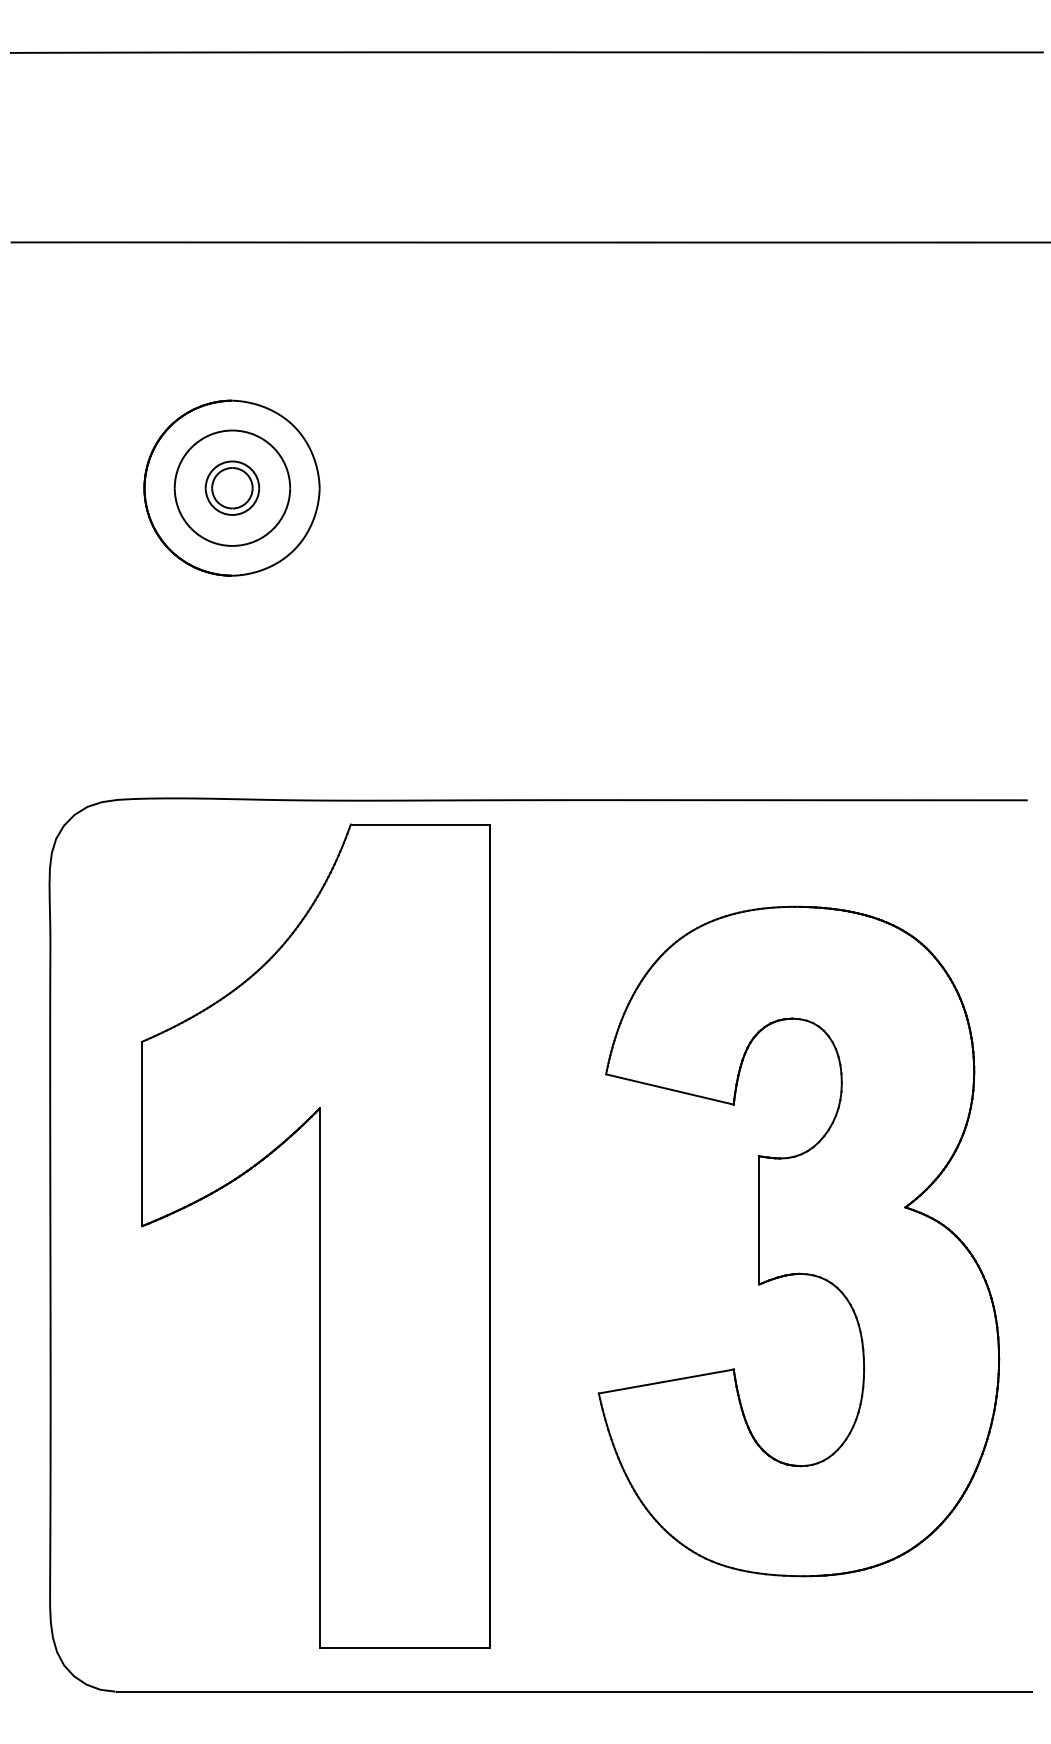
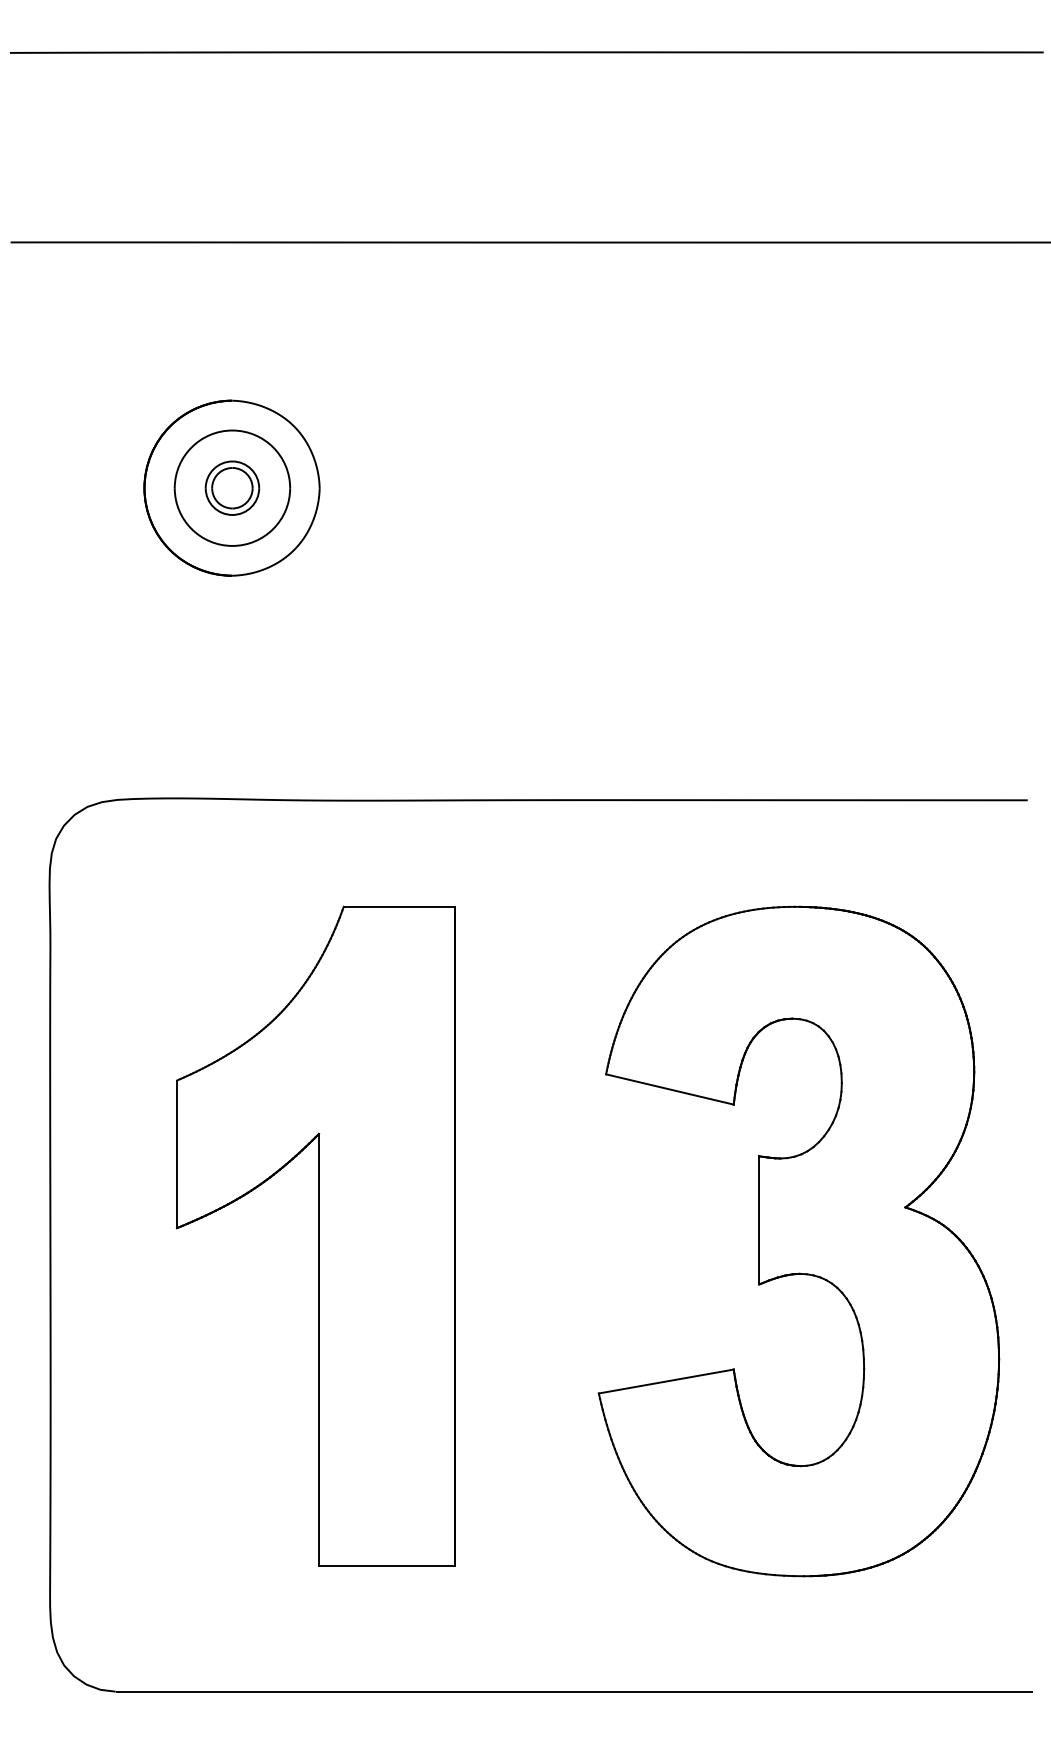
part at (315, 1235) size: 350x826 px -> 281x662 px
